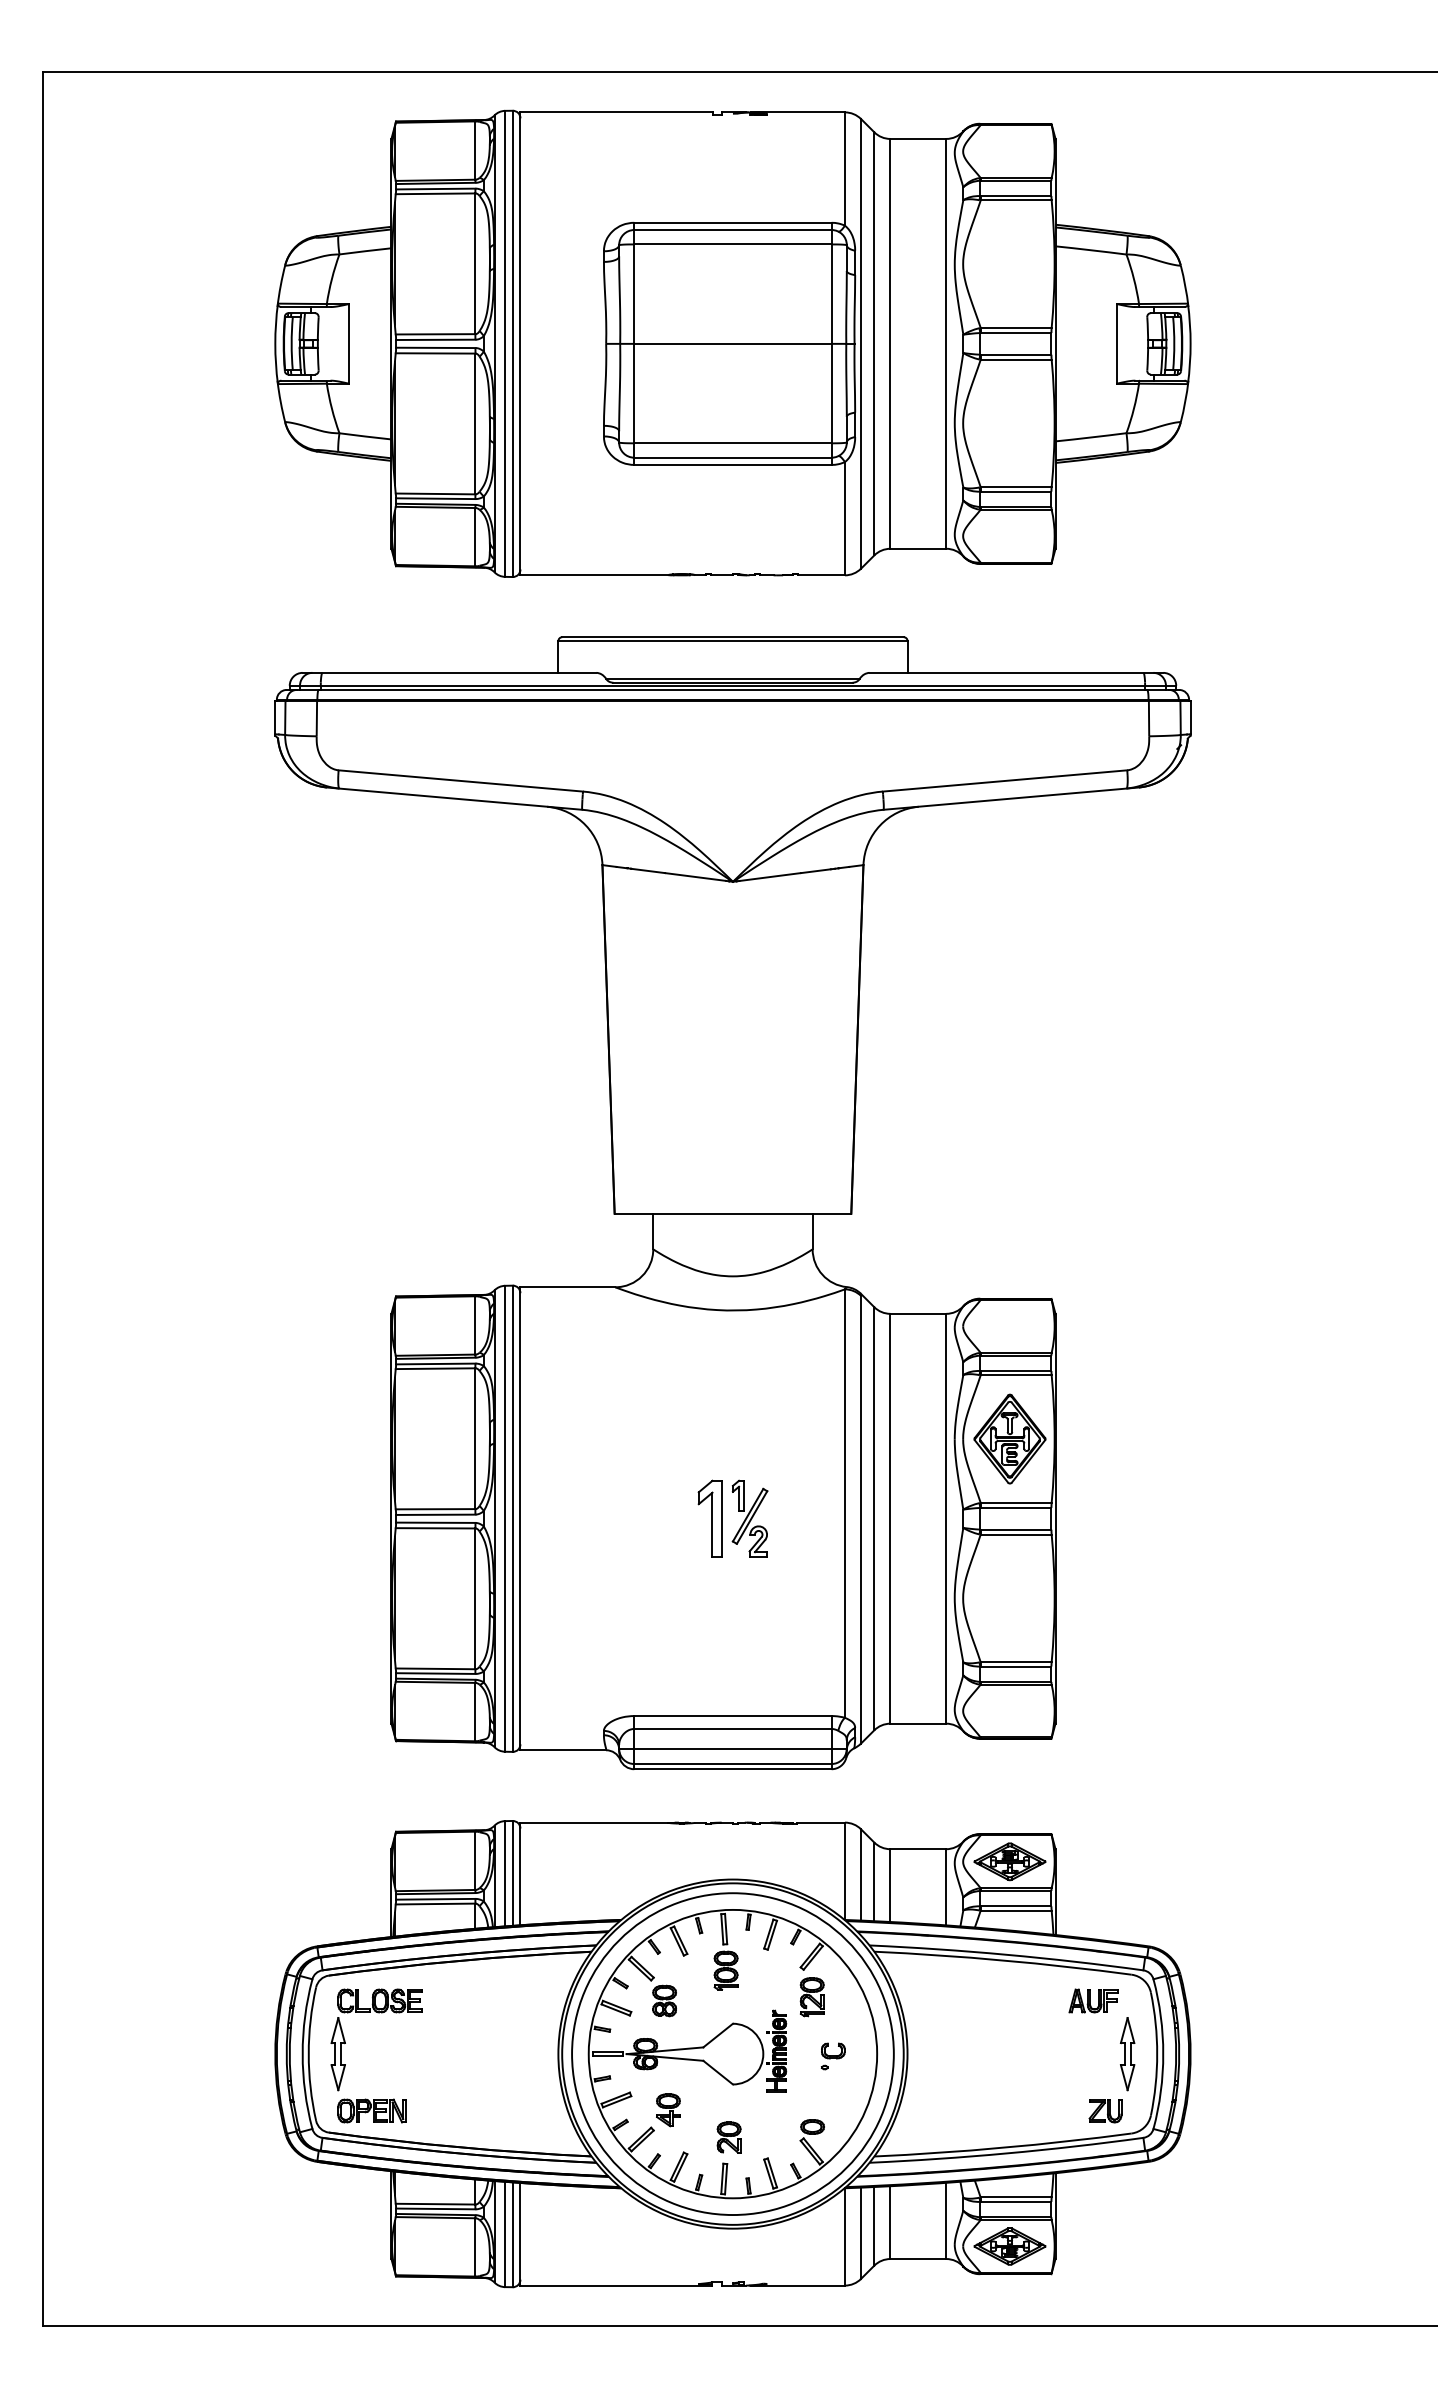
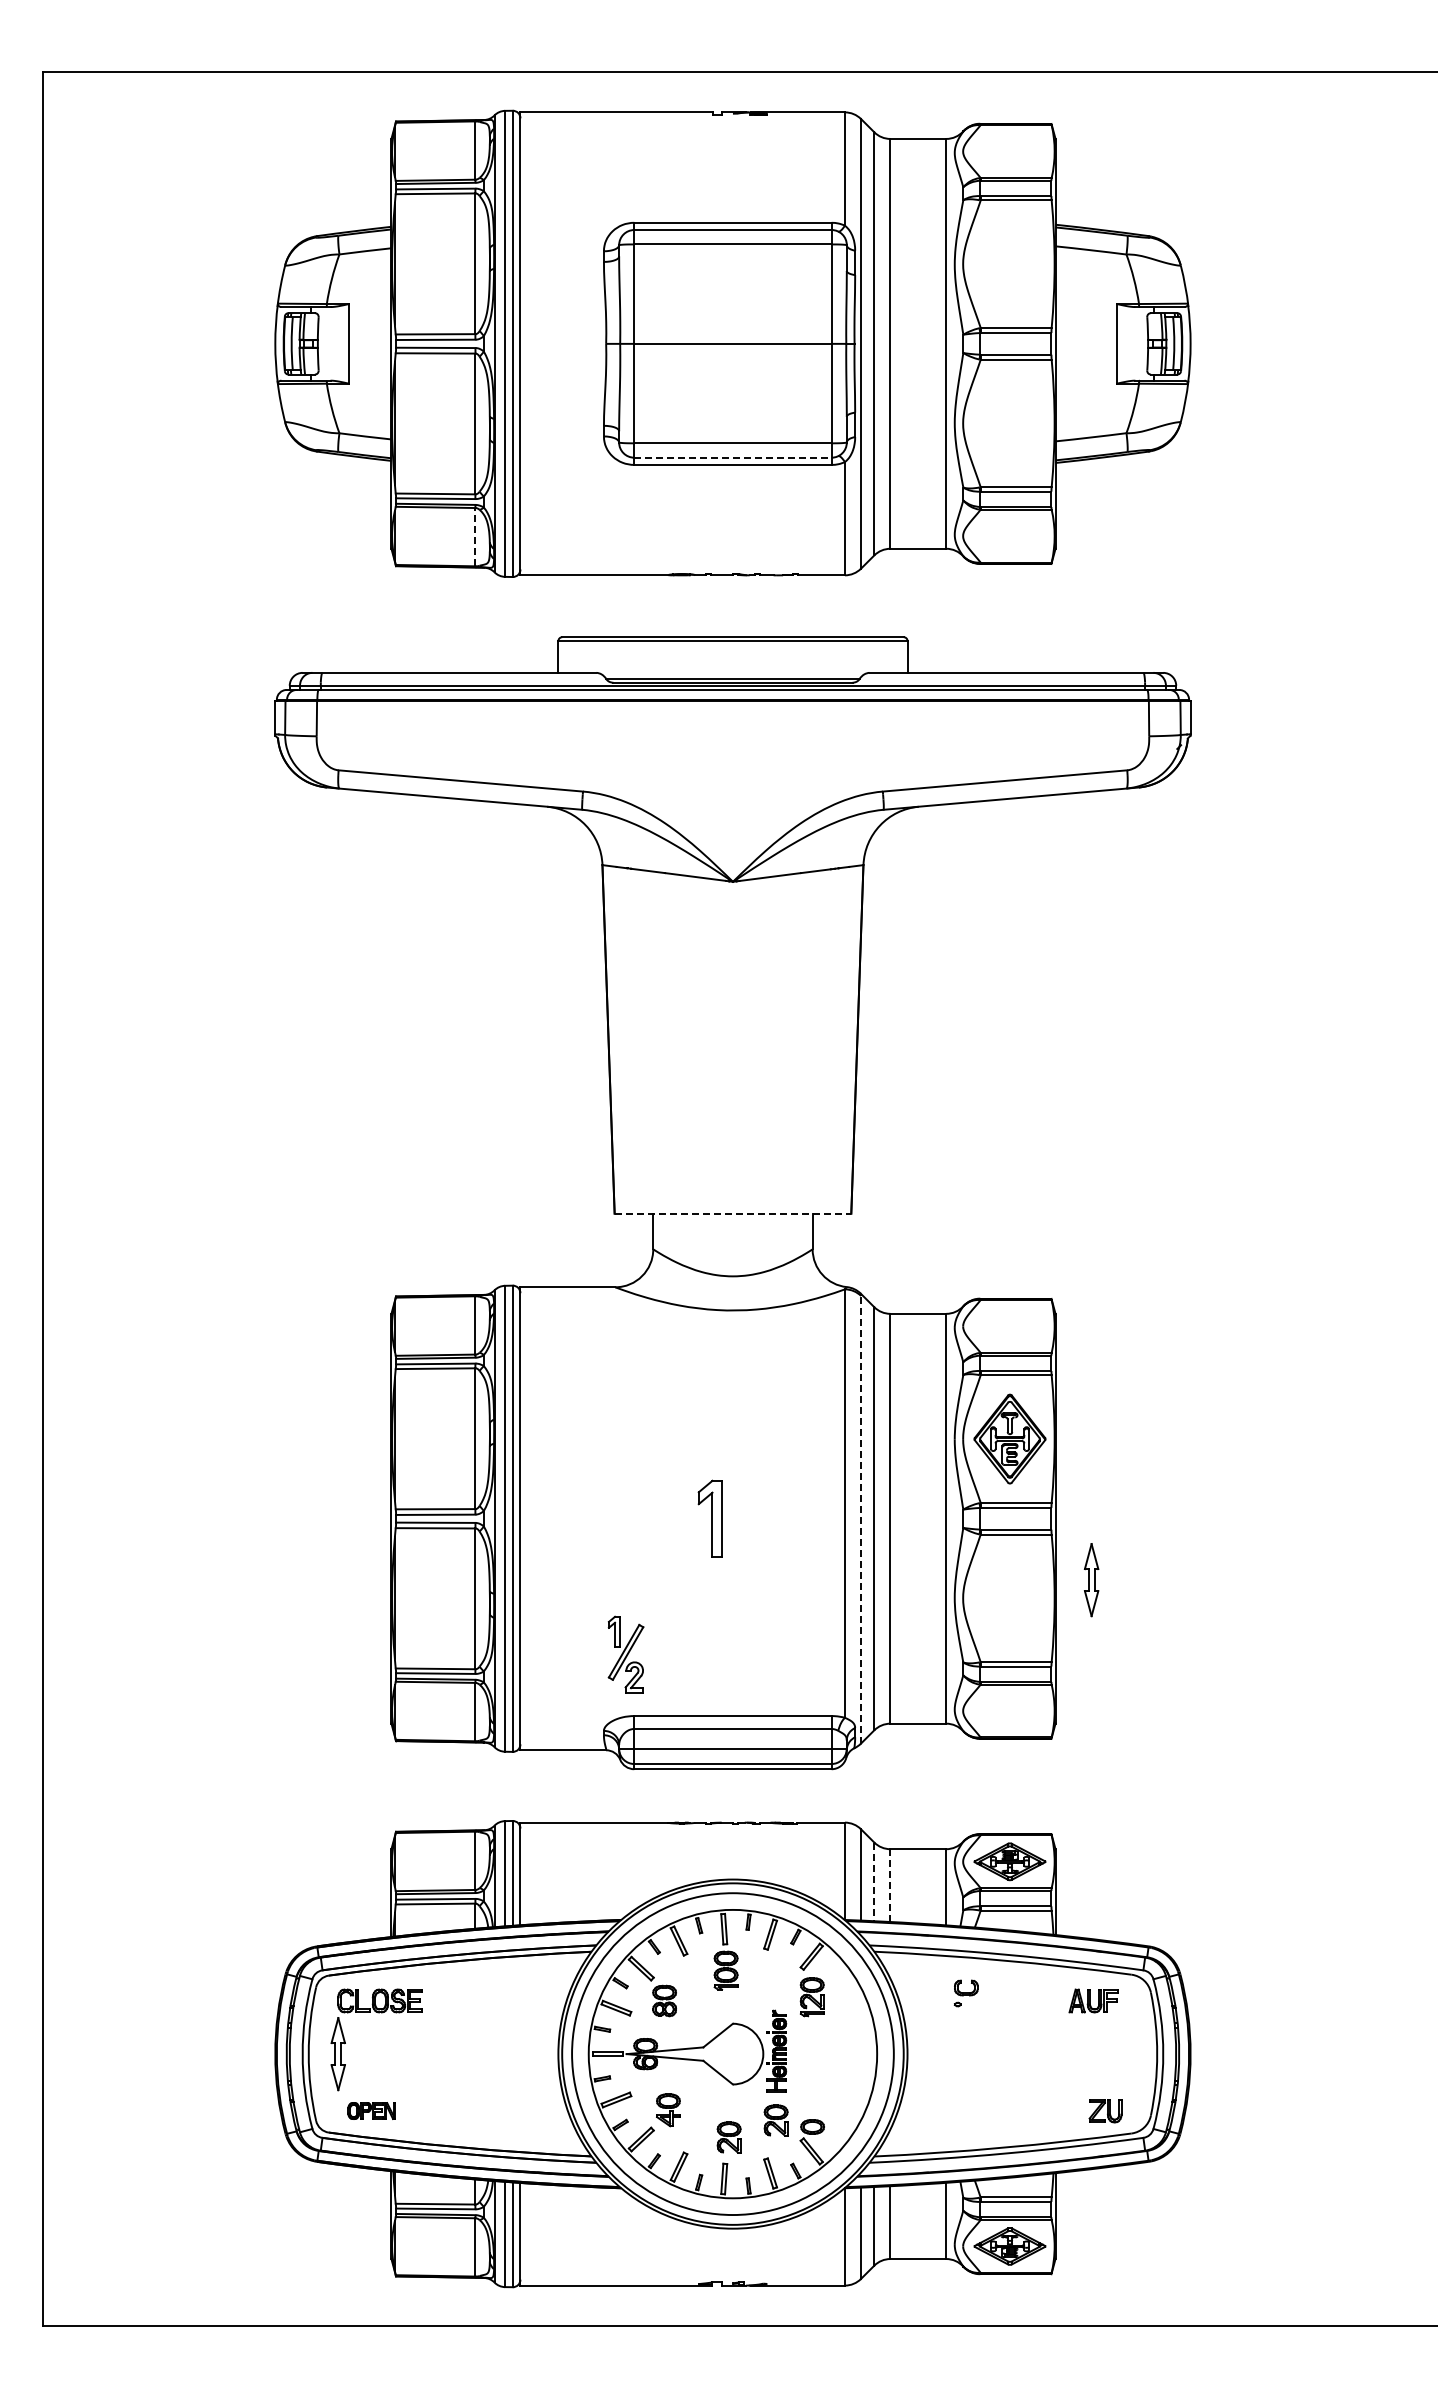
line at (732, 457): solid -> dashed
line at (475, 536): solid -> dashed
line at (733, 1213): solid -> dashed
part at (749, 1518) position: (749, 1518) -> (625, 1654)
line at (861, 1519): solid -> dashed
line at (874, 1882): solid -> dashed
line at (890, 1886): solid -> dashed
part at (1127, 2054) position: (1127, 2054) -> (1091, 1580)
part at (833, 2056) position: (833, 2056) -> (966, 1993)
part at (371, 2110) size: 70x26 px -> 49x18 px
part at (775, 2120): none -> present
